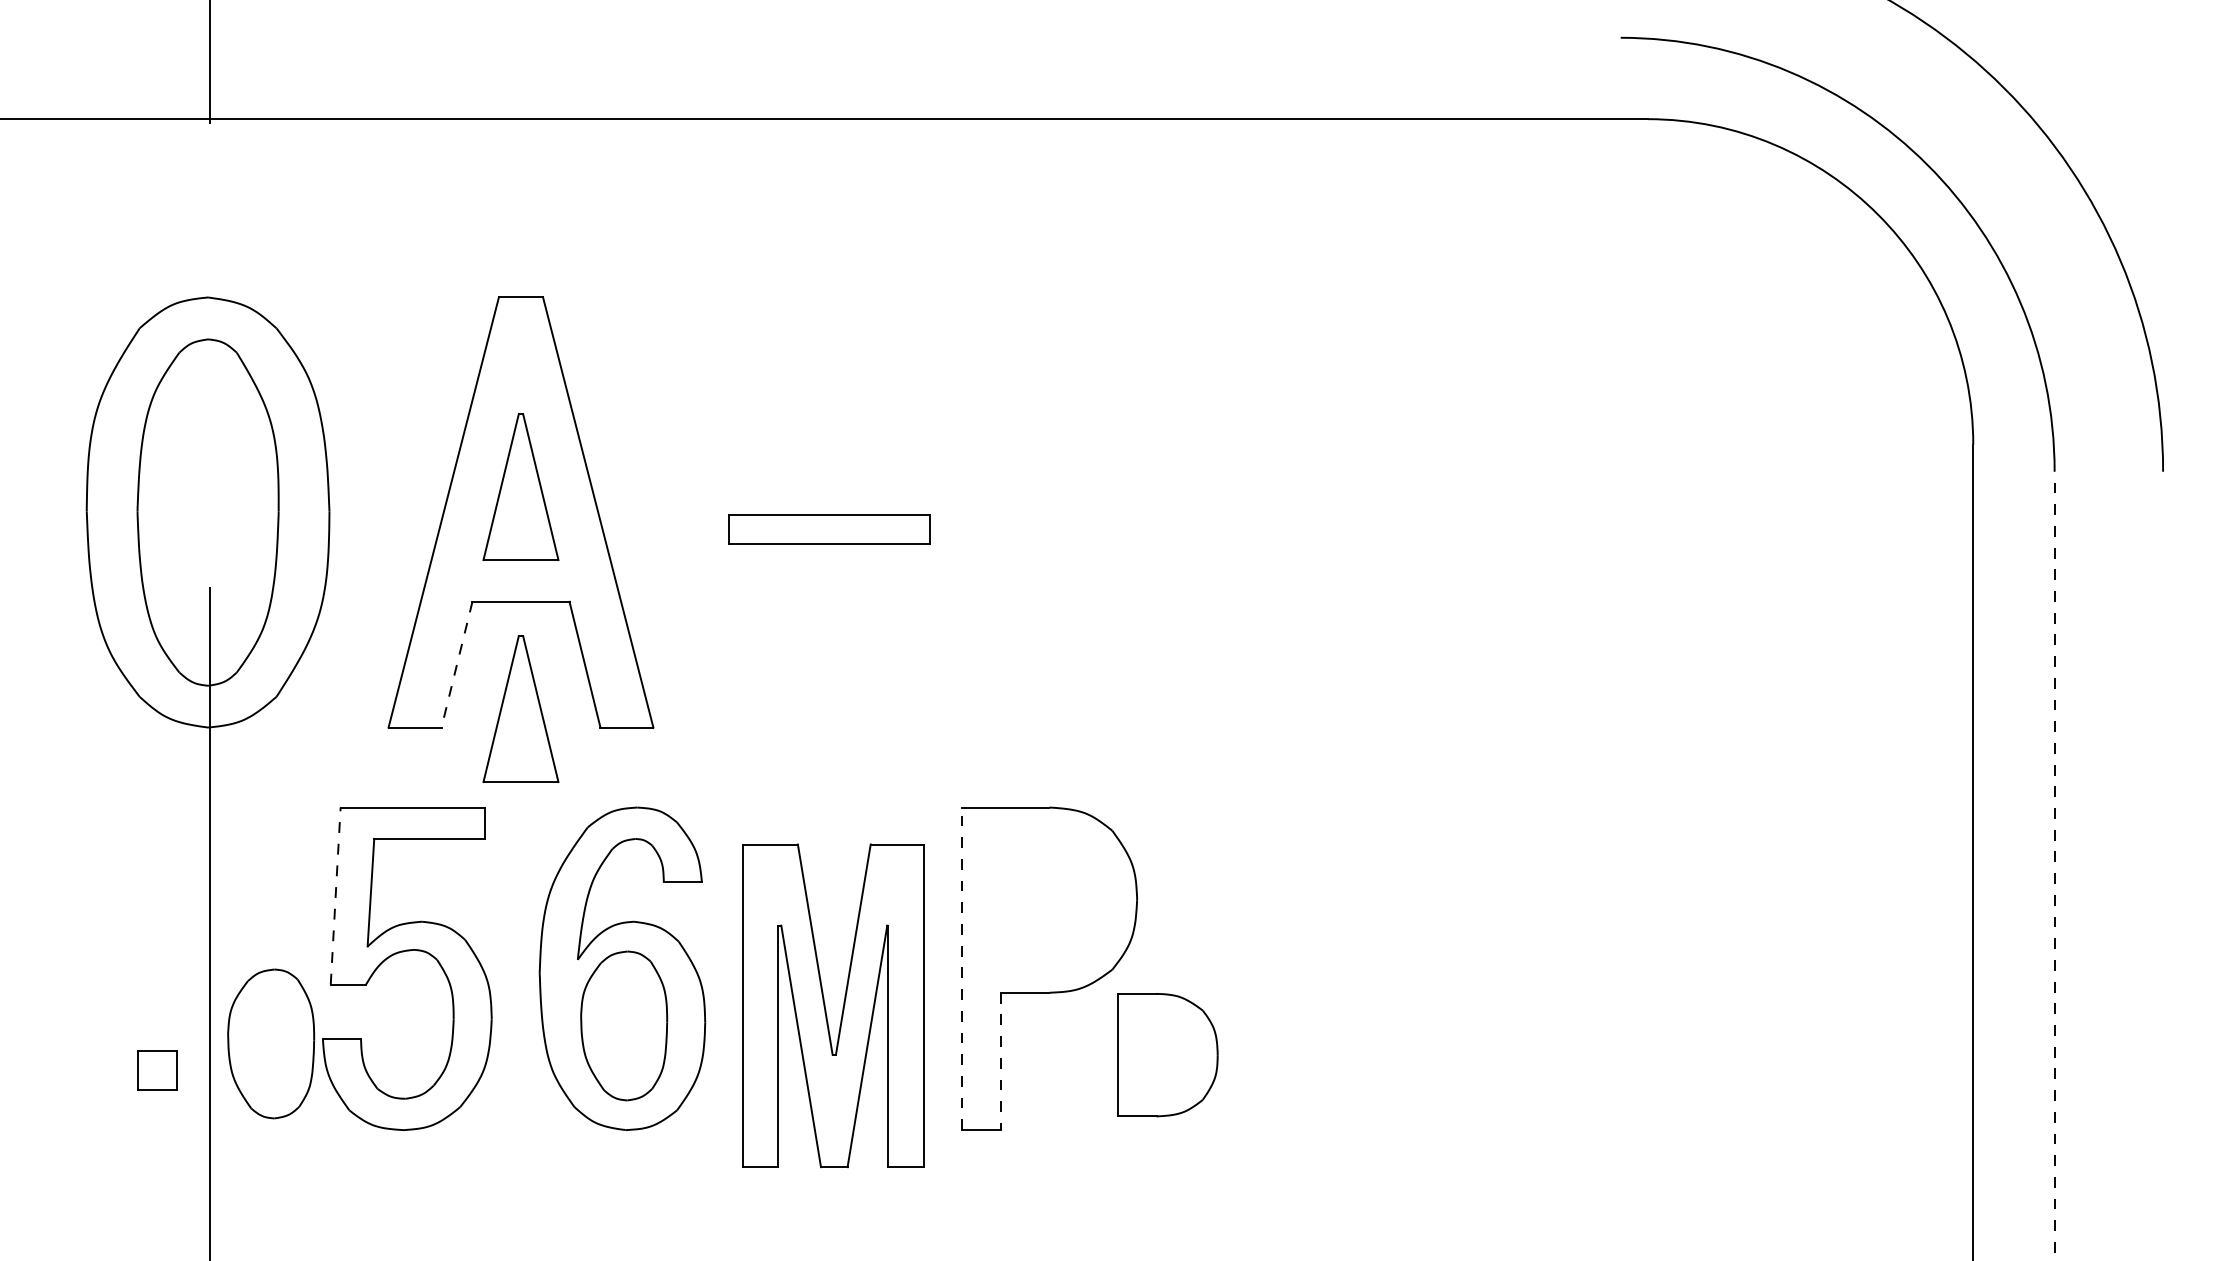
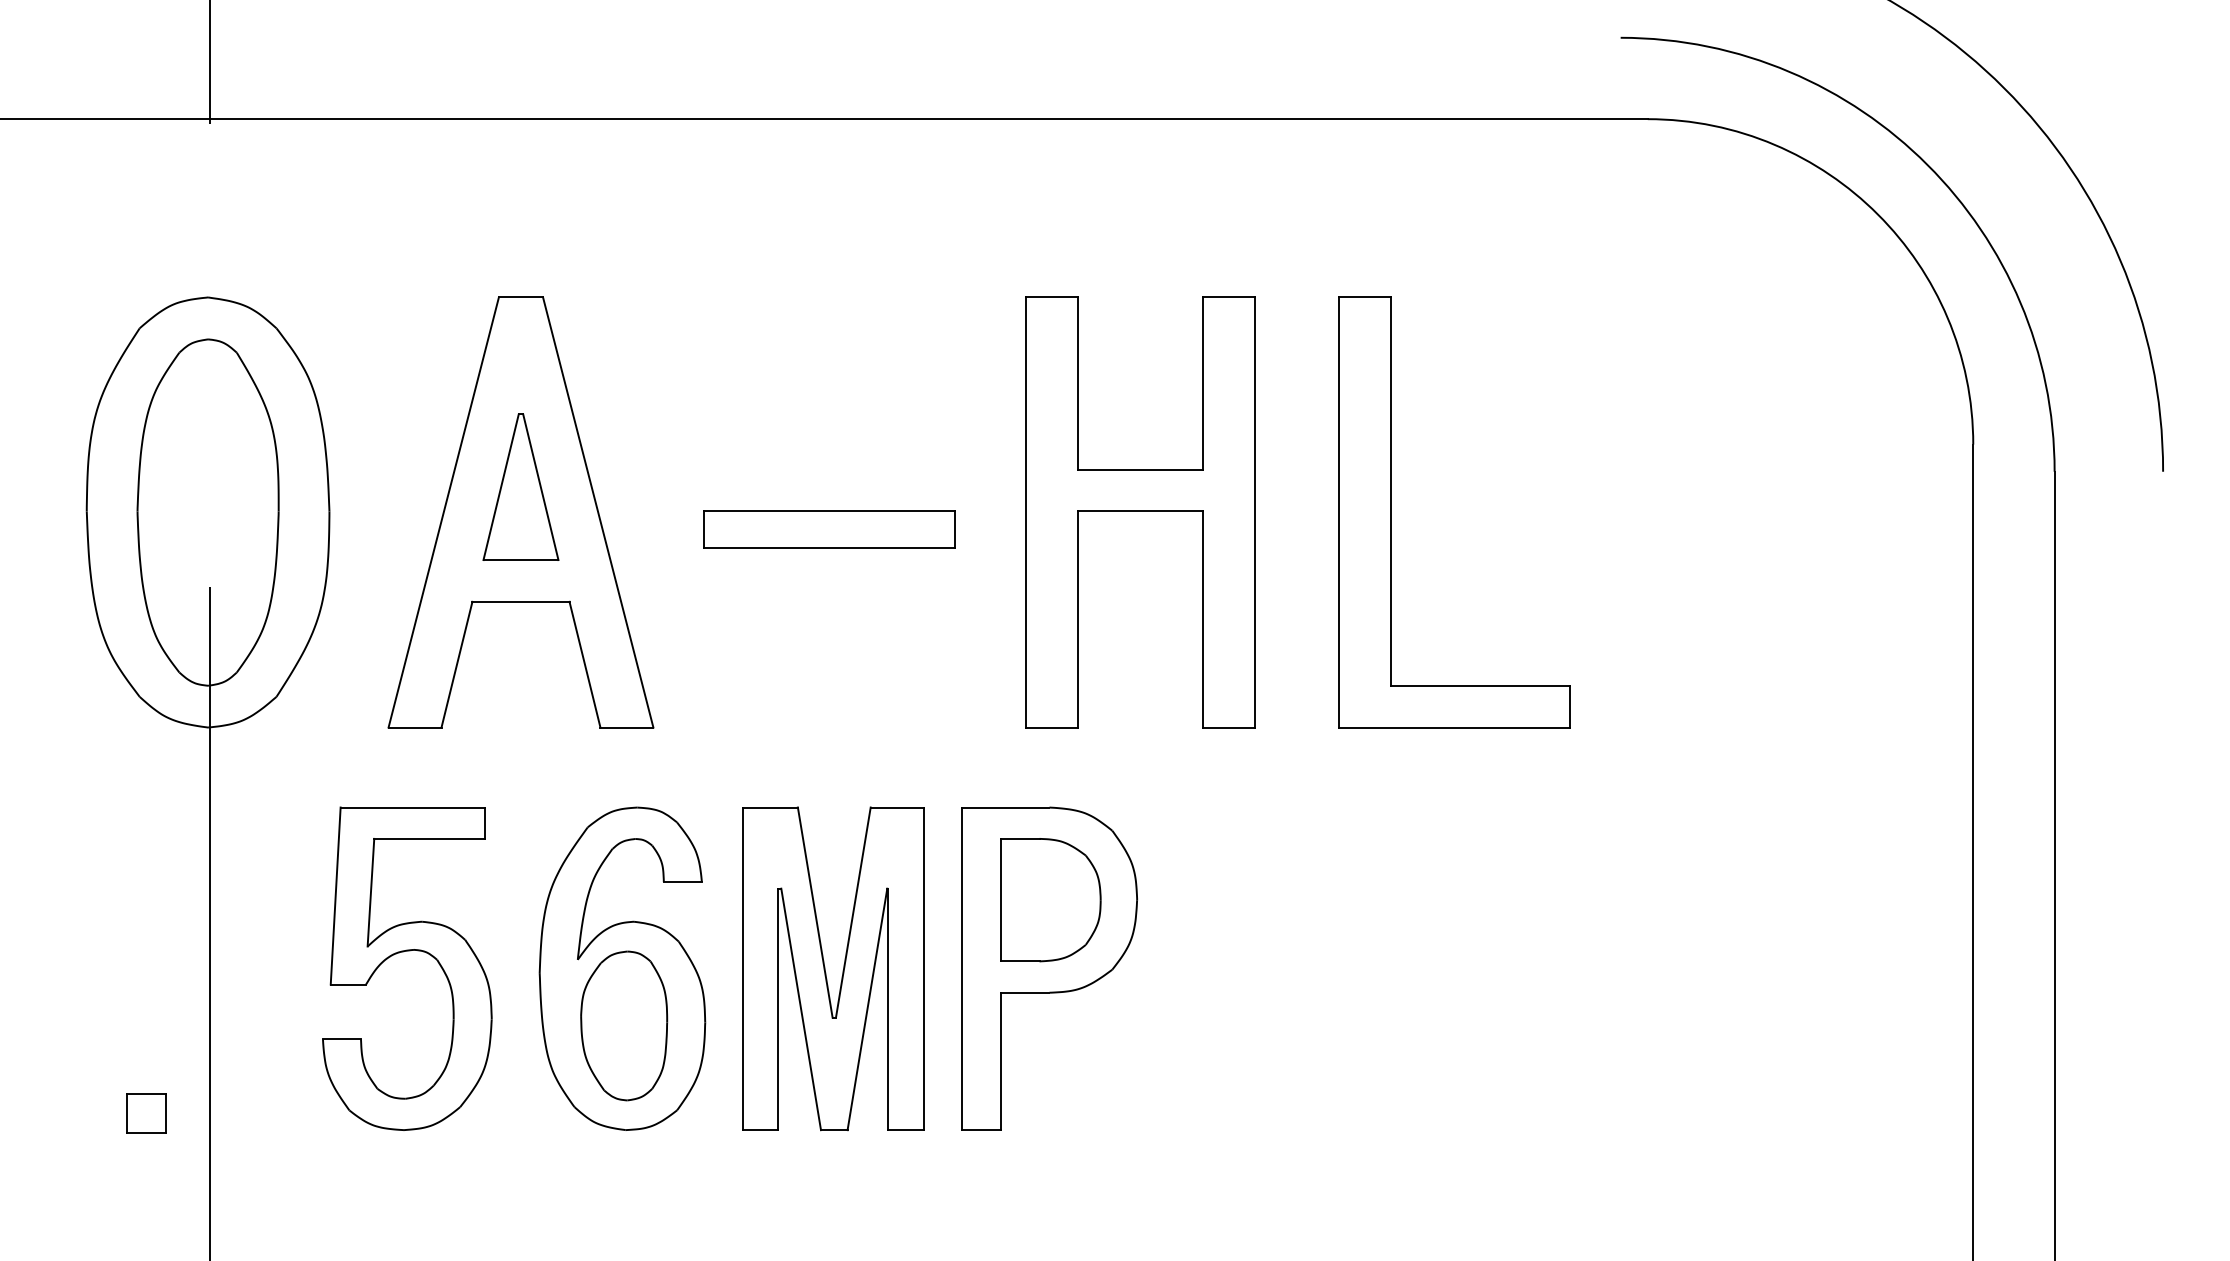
part at (1140, 512): none -> present
part at (1391, 512): none -> present
part at (829, 529) size: 203x31 px -> 253x39 px
line at (456, 664): dashed -> solid
part at (520, 708): present -> none
line at (2054, 865): dashed -> solid
line at (335, 896): dashed -> solid
line at (962, 968): dashed -> solid
part at (825, 1005) position: (825, 1005) -> (825, 968)
part at (271, 1043): present -> none
part at (1167, 1055) position: (1167, 1055) -> (1050, 900)
line at (1001, 1061): dashed -> solid
part at (157, 1070) position: (157, 1070) -> (146, 1113)
